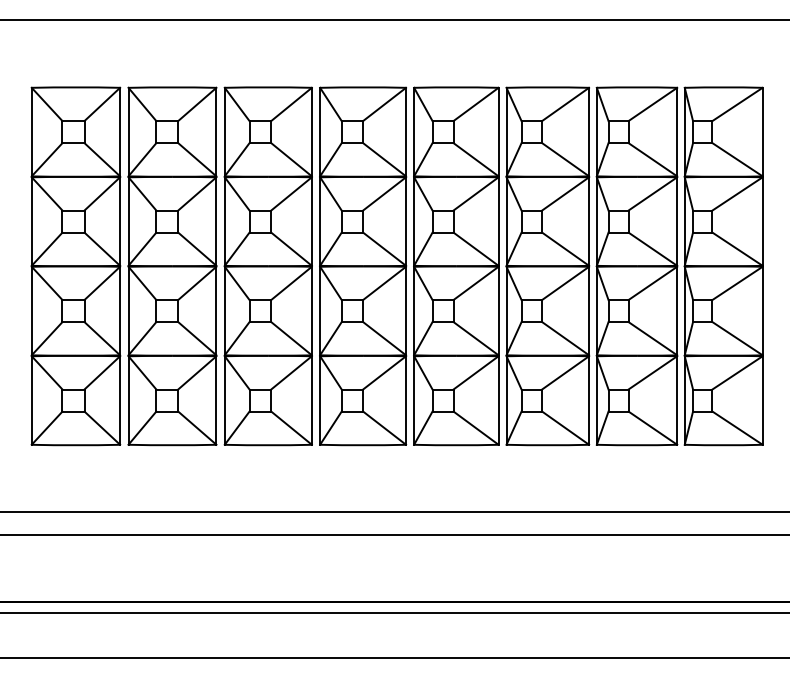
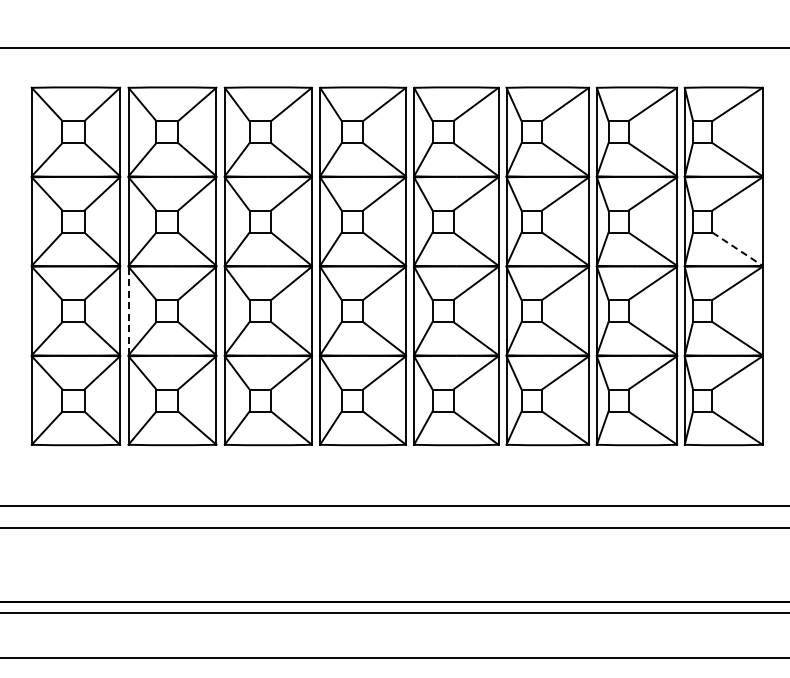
line at (394, 20) position: (394, 20) -> (394, 48)
line at (737, 249): solid -> dashed
line at (128, 310): solid -> dashed
line at (394, 512) position: (394, 512) -> (394, 506)
line at (394, 534) position: (394, 534) -> (394, 527)
